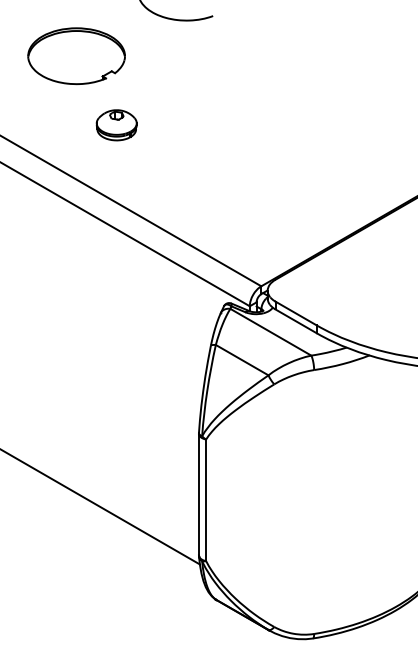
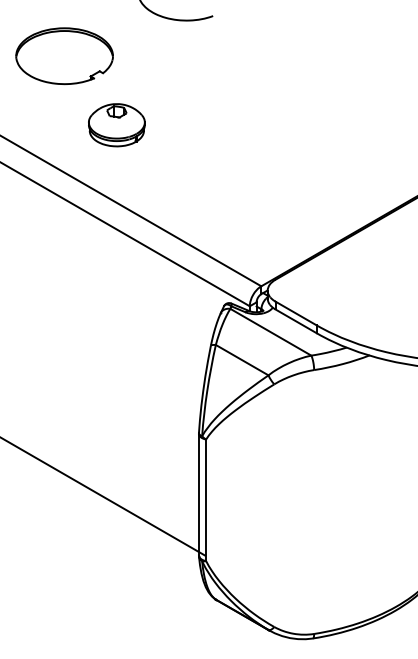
part at (76, 56) position: (76, 56) -> (64, 56)
part at (116, 125) size: 43x33 px -> 58x45 px
line at (100, 507) position: (100, 507) -> (103, 496)
